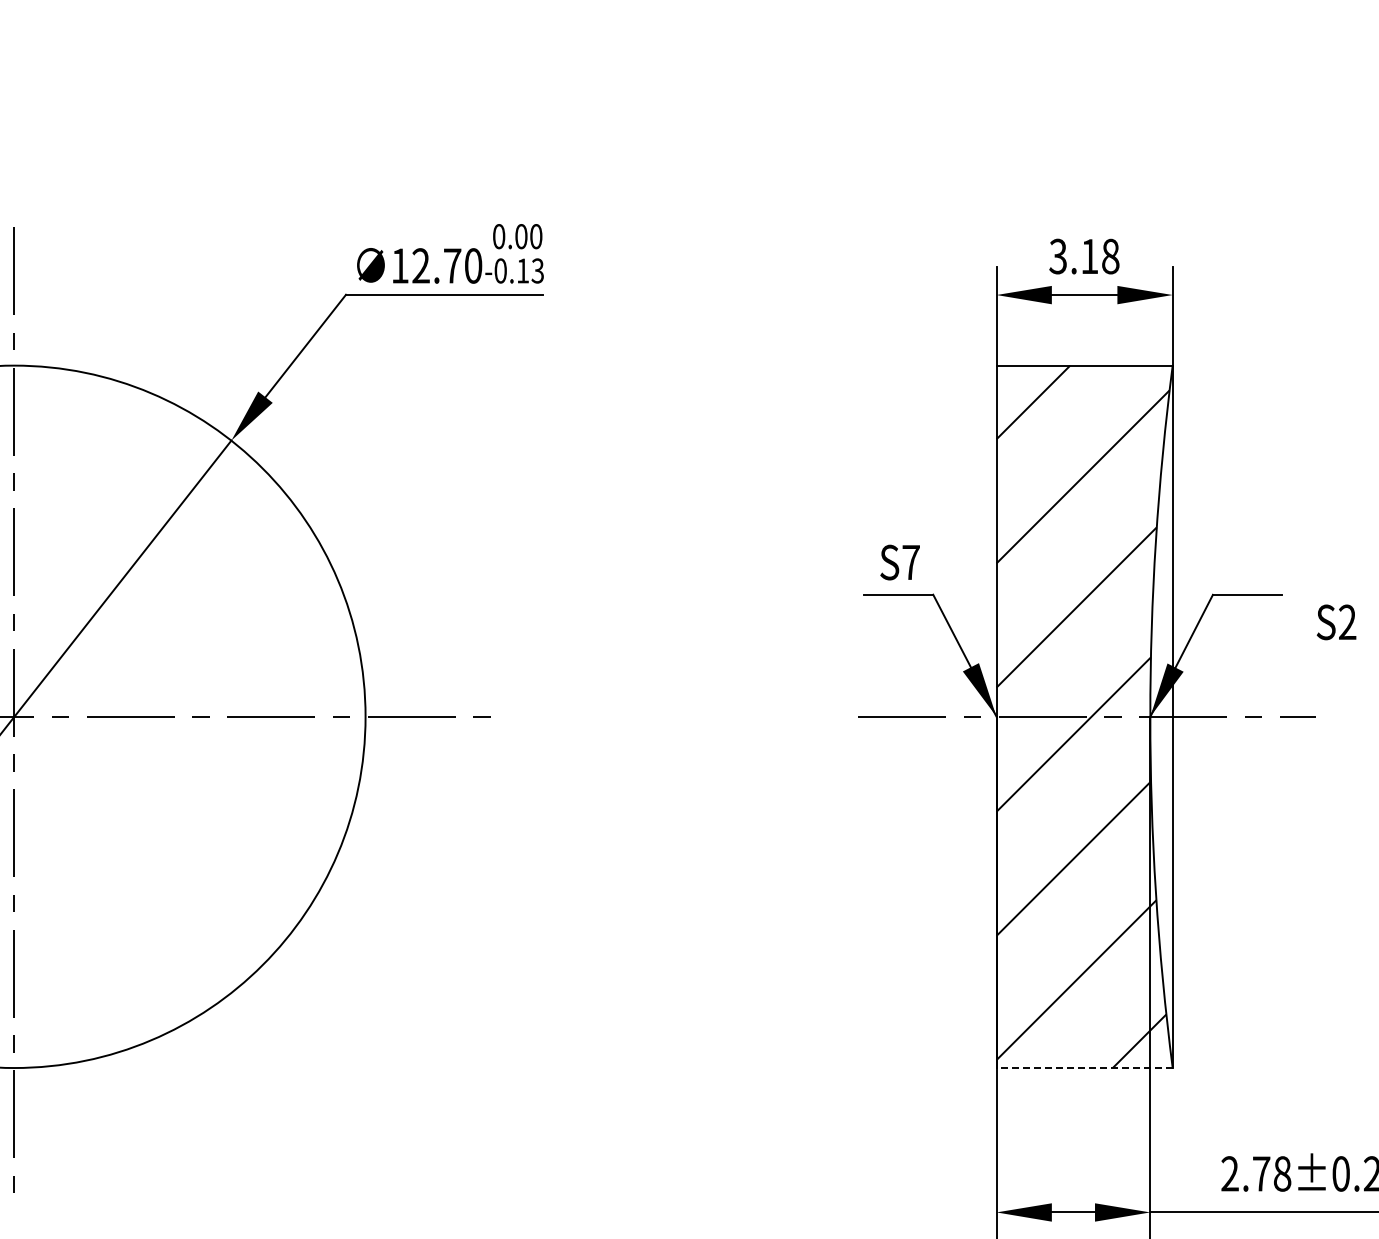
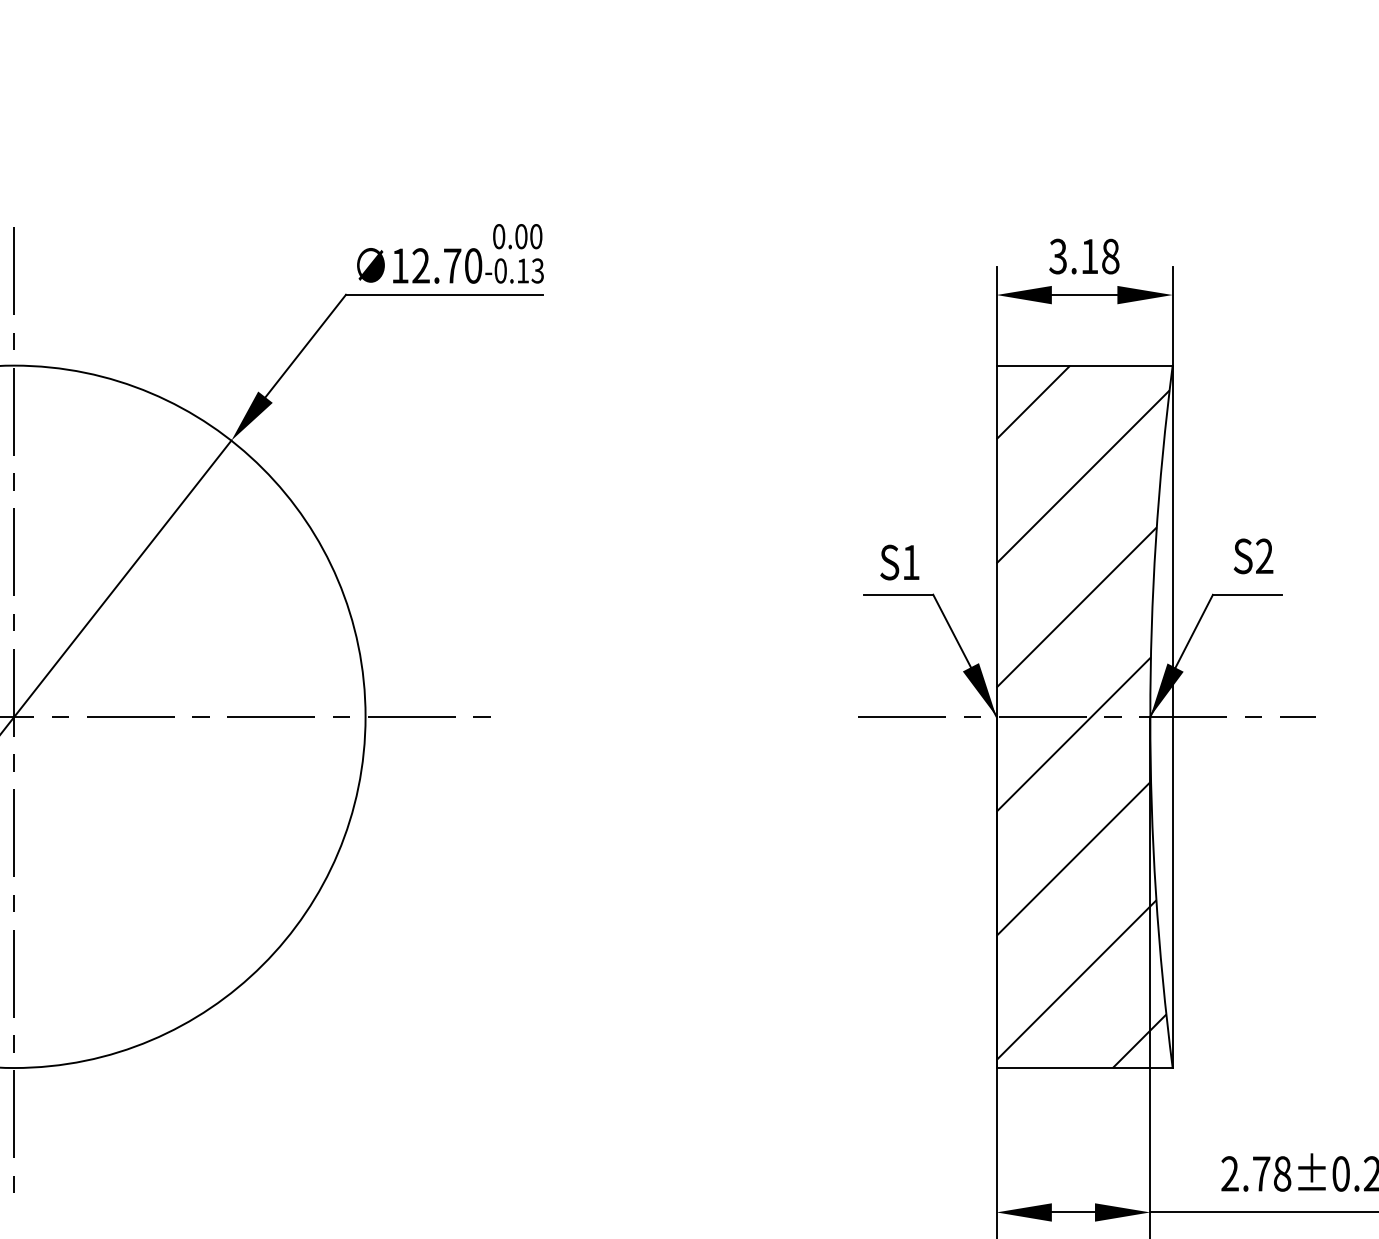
text at (910, 562): S7 -> S1
text at (1336, 622) position: (1336, 622) -> (1253, 556)
line at (1084, 1068): dashed -> solid
